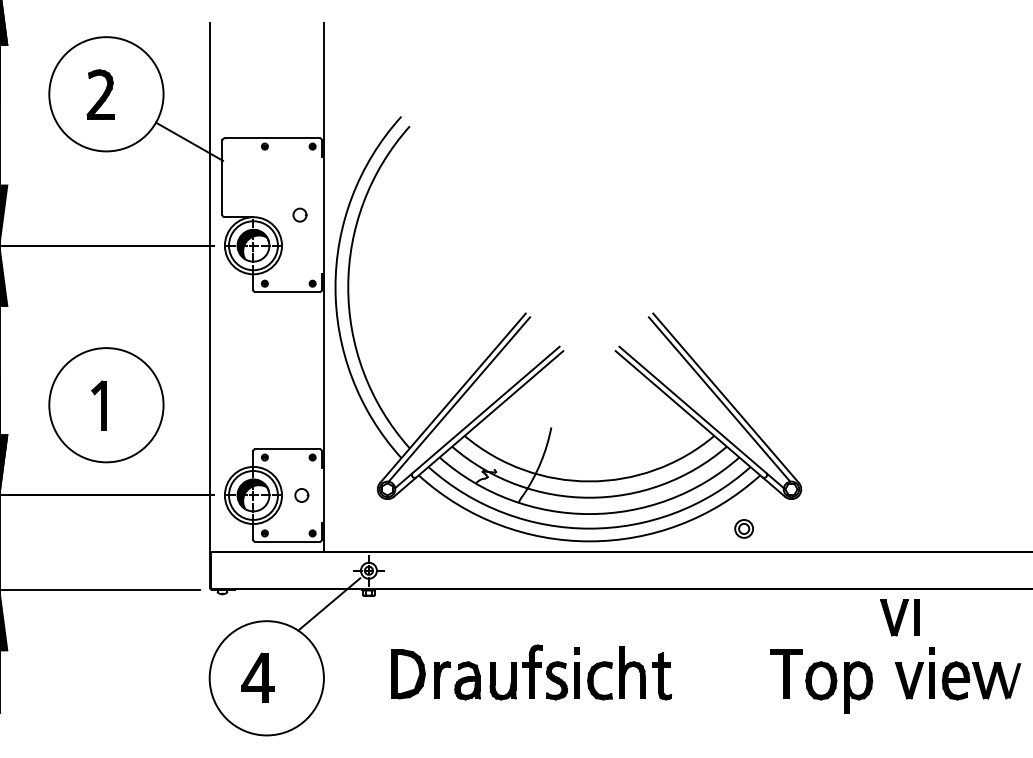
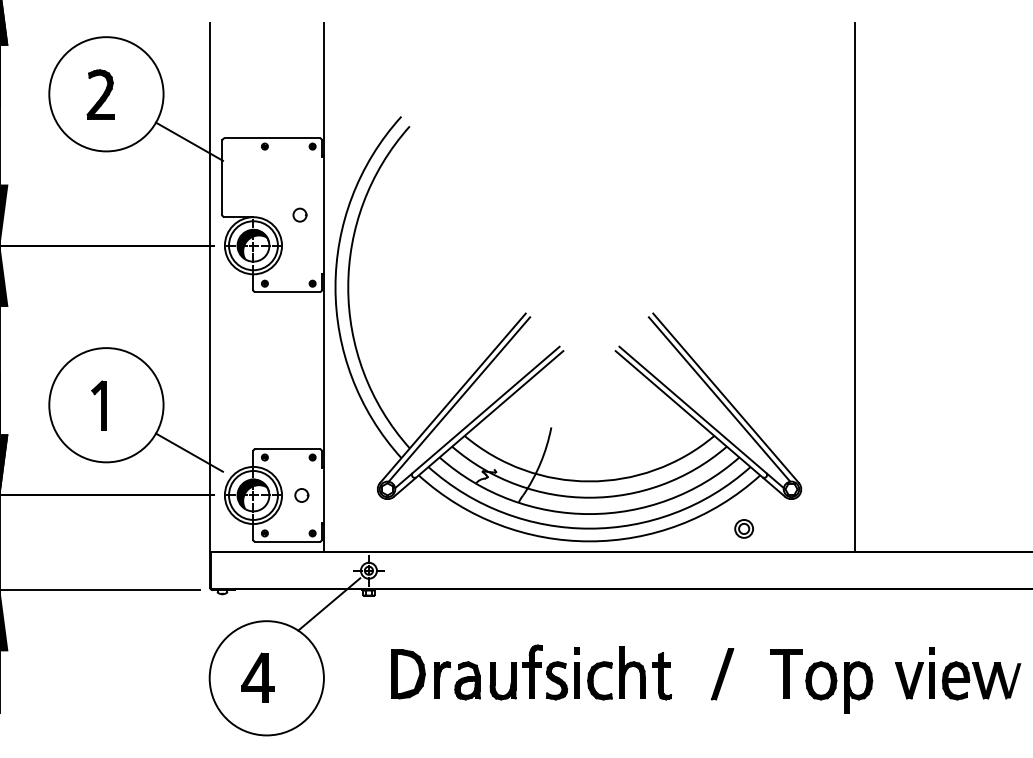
line at (854, 287): none -> present
line at (189, 452): none -> present
part at (899, 617): present -> none
part at (722, 674): none -> present
